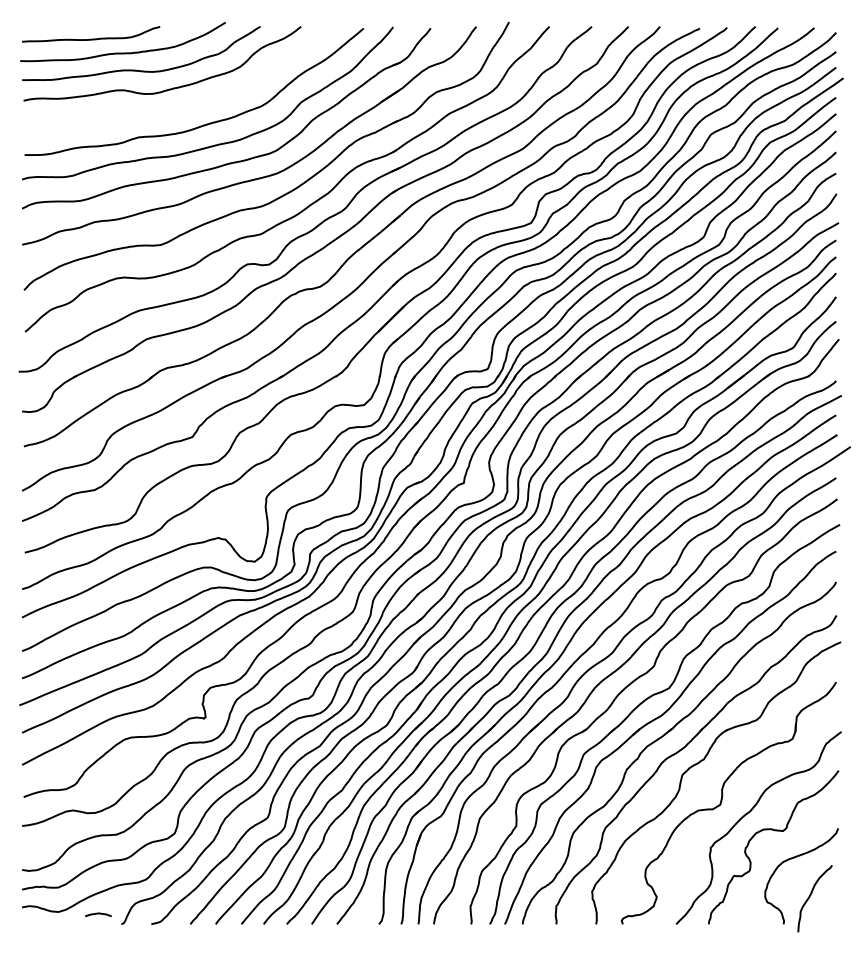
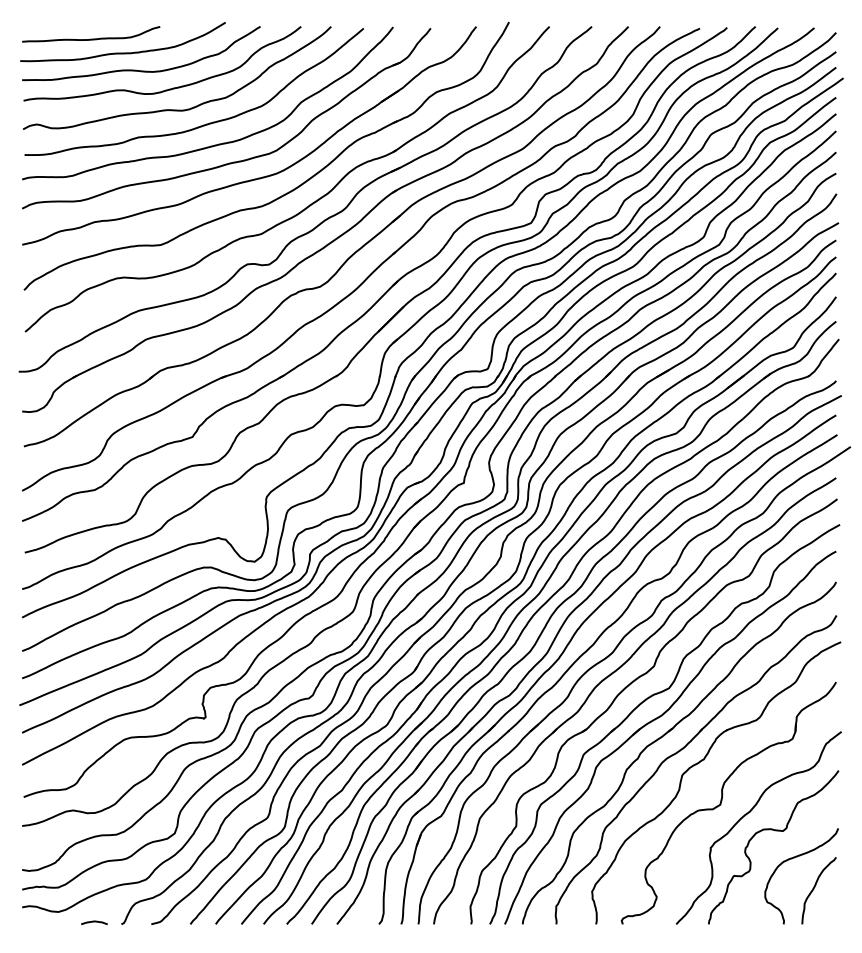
curve at (176, 109): none -> present
curve at (810, 897) position: (810, 897) -> (814, 889)
curve at (98, 914) position: (98, 914) -> (94, 922)
